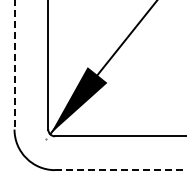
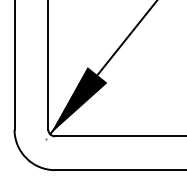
line at (14, 65): dashed -> solid
line at (121, 170): dashed -> solid
